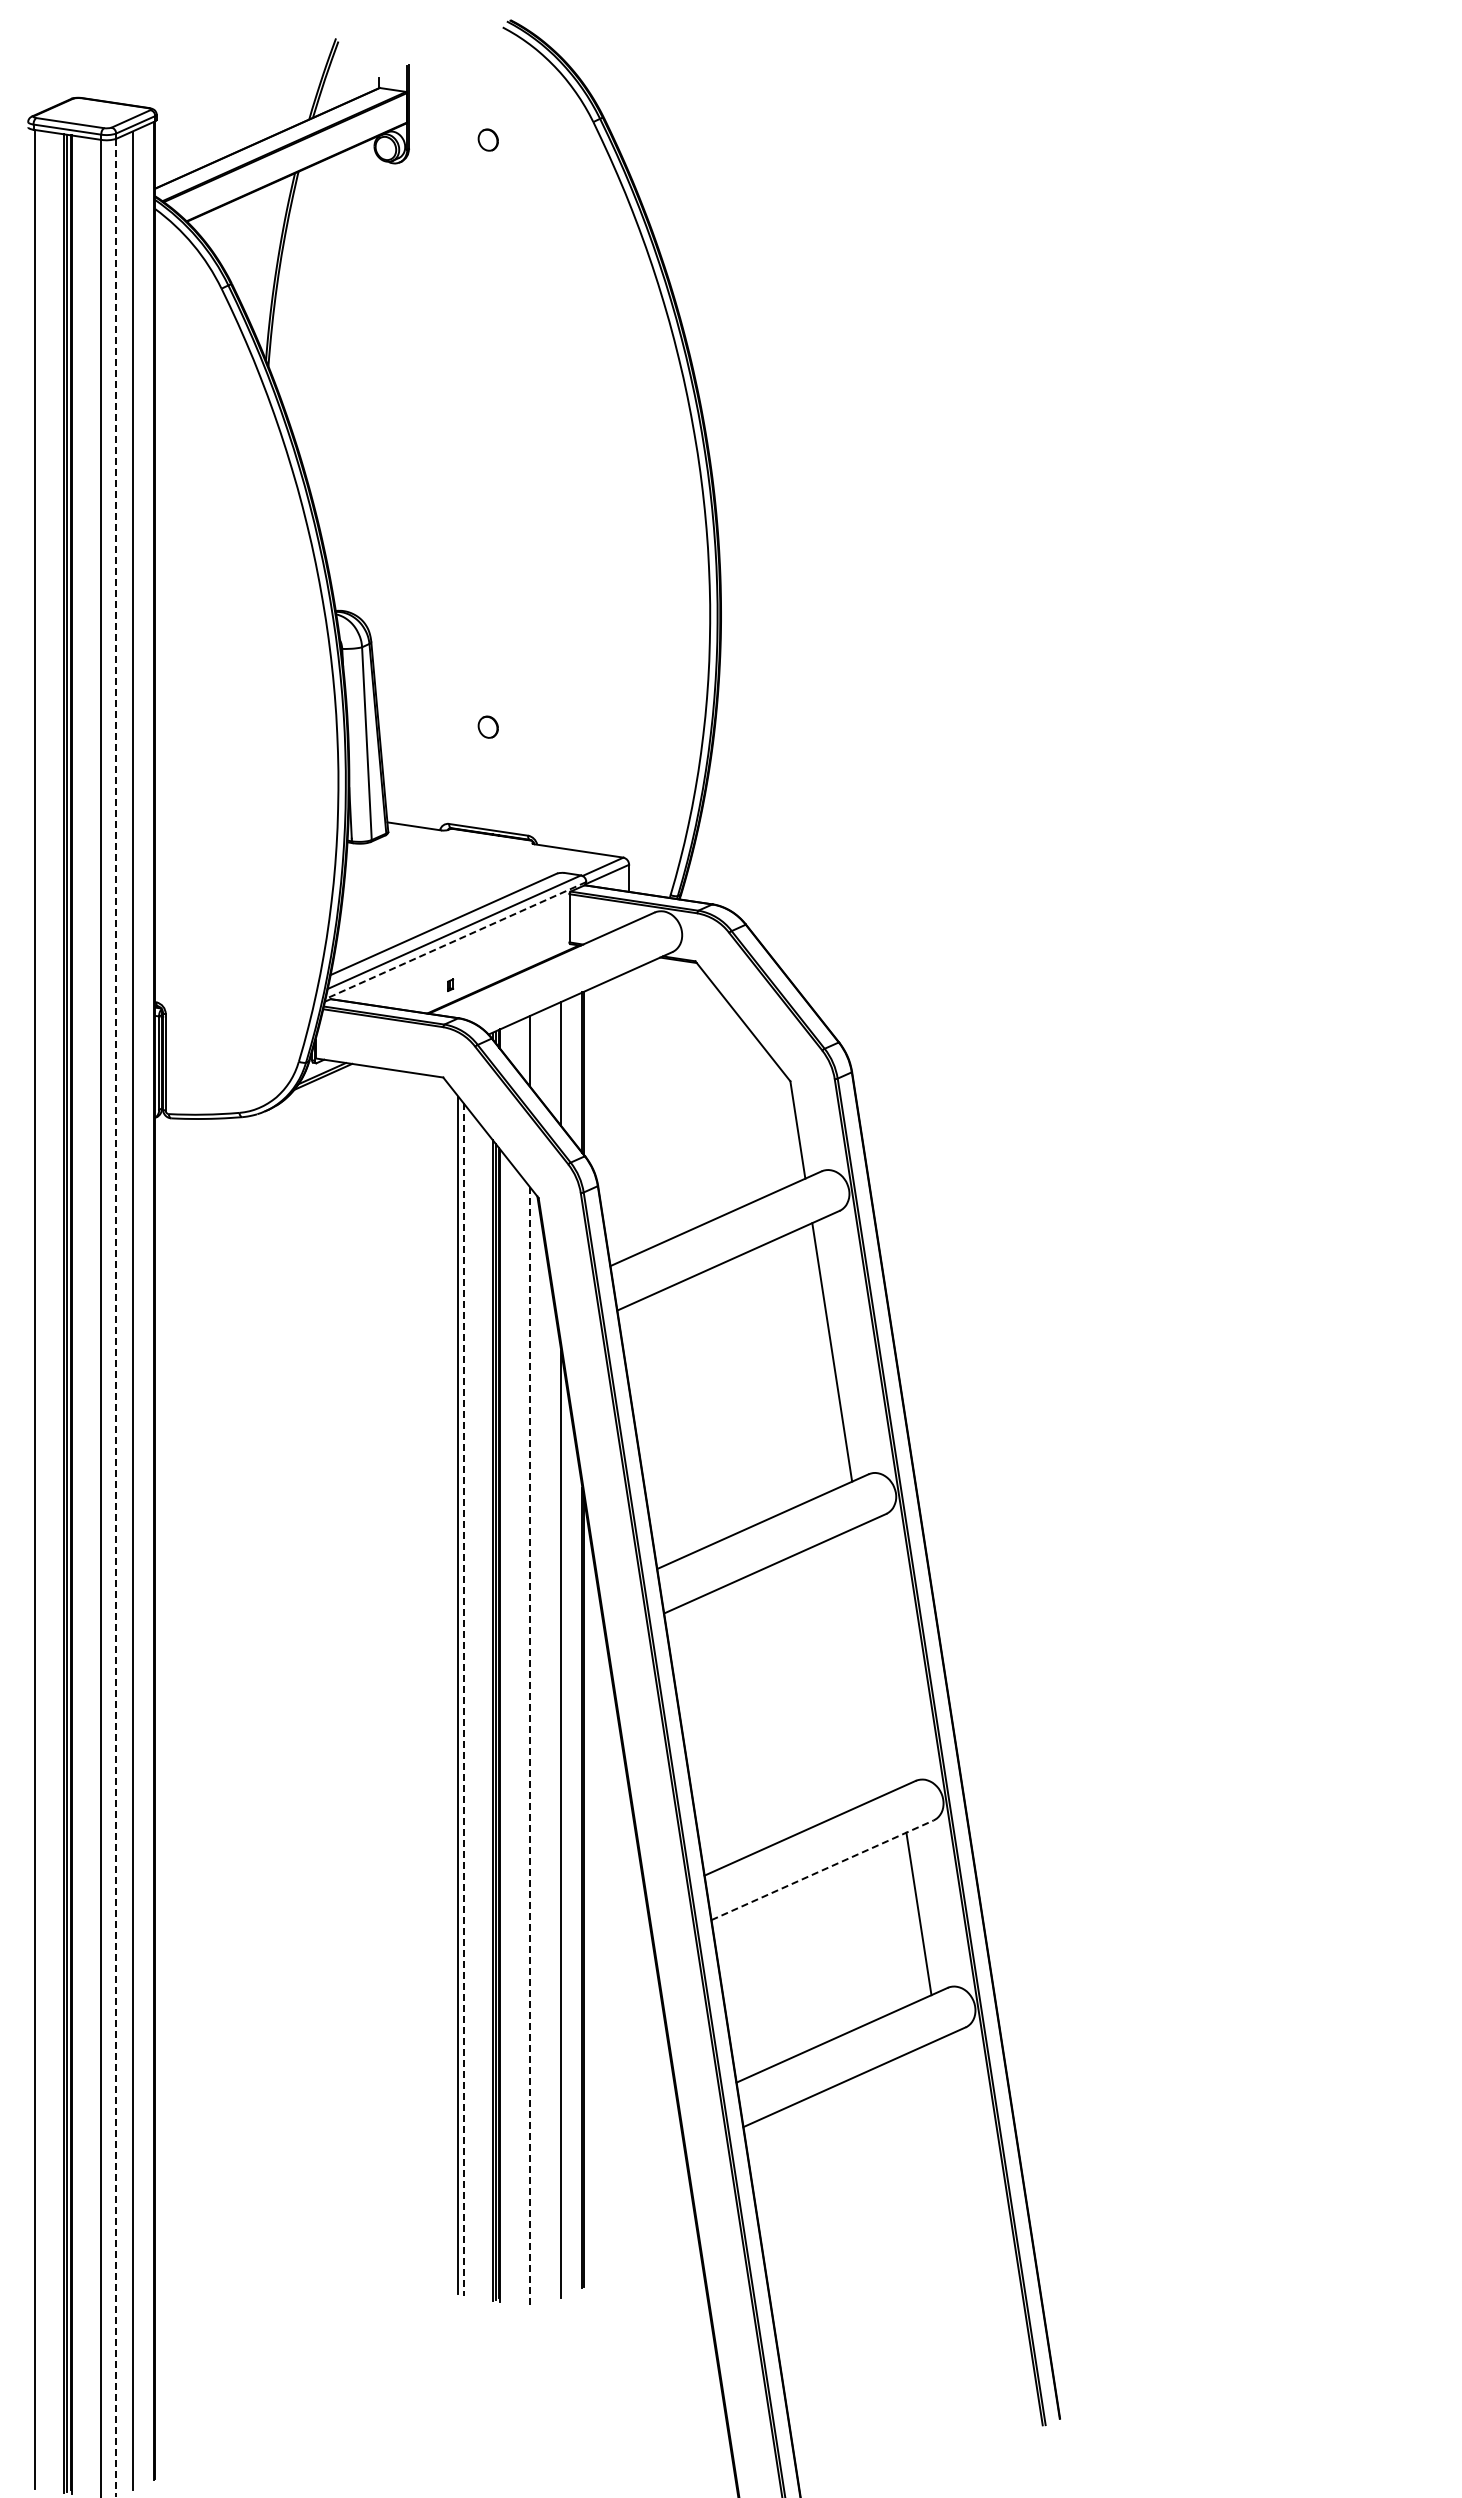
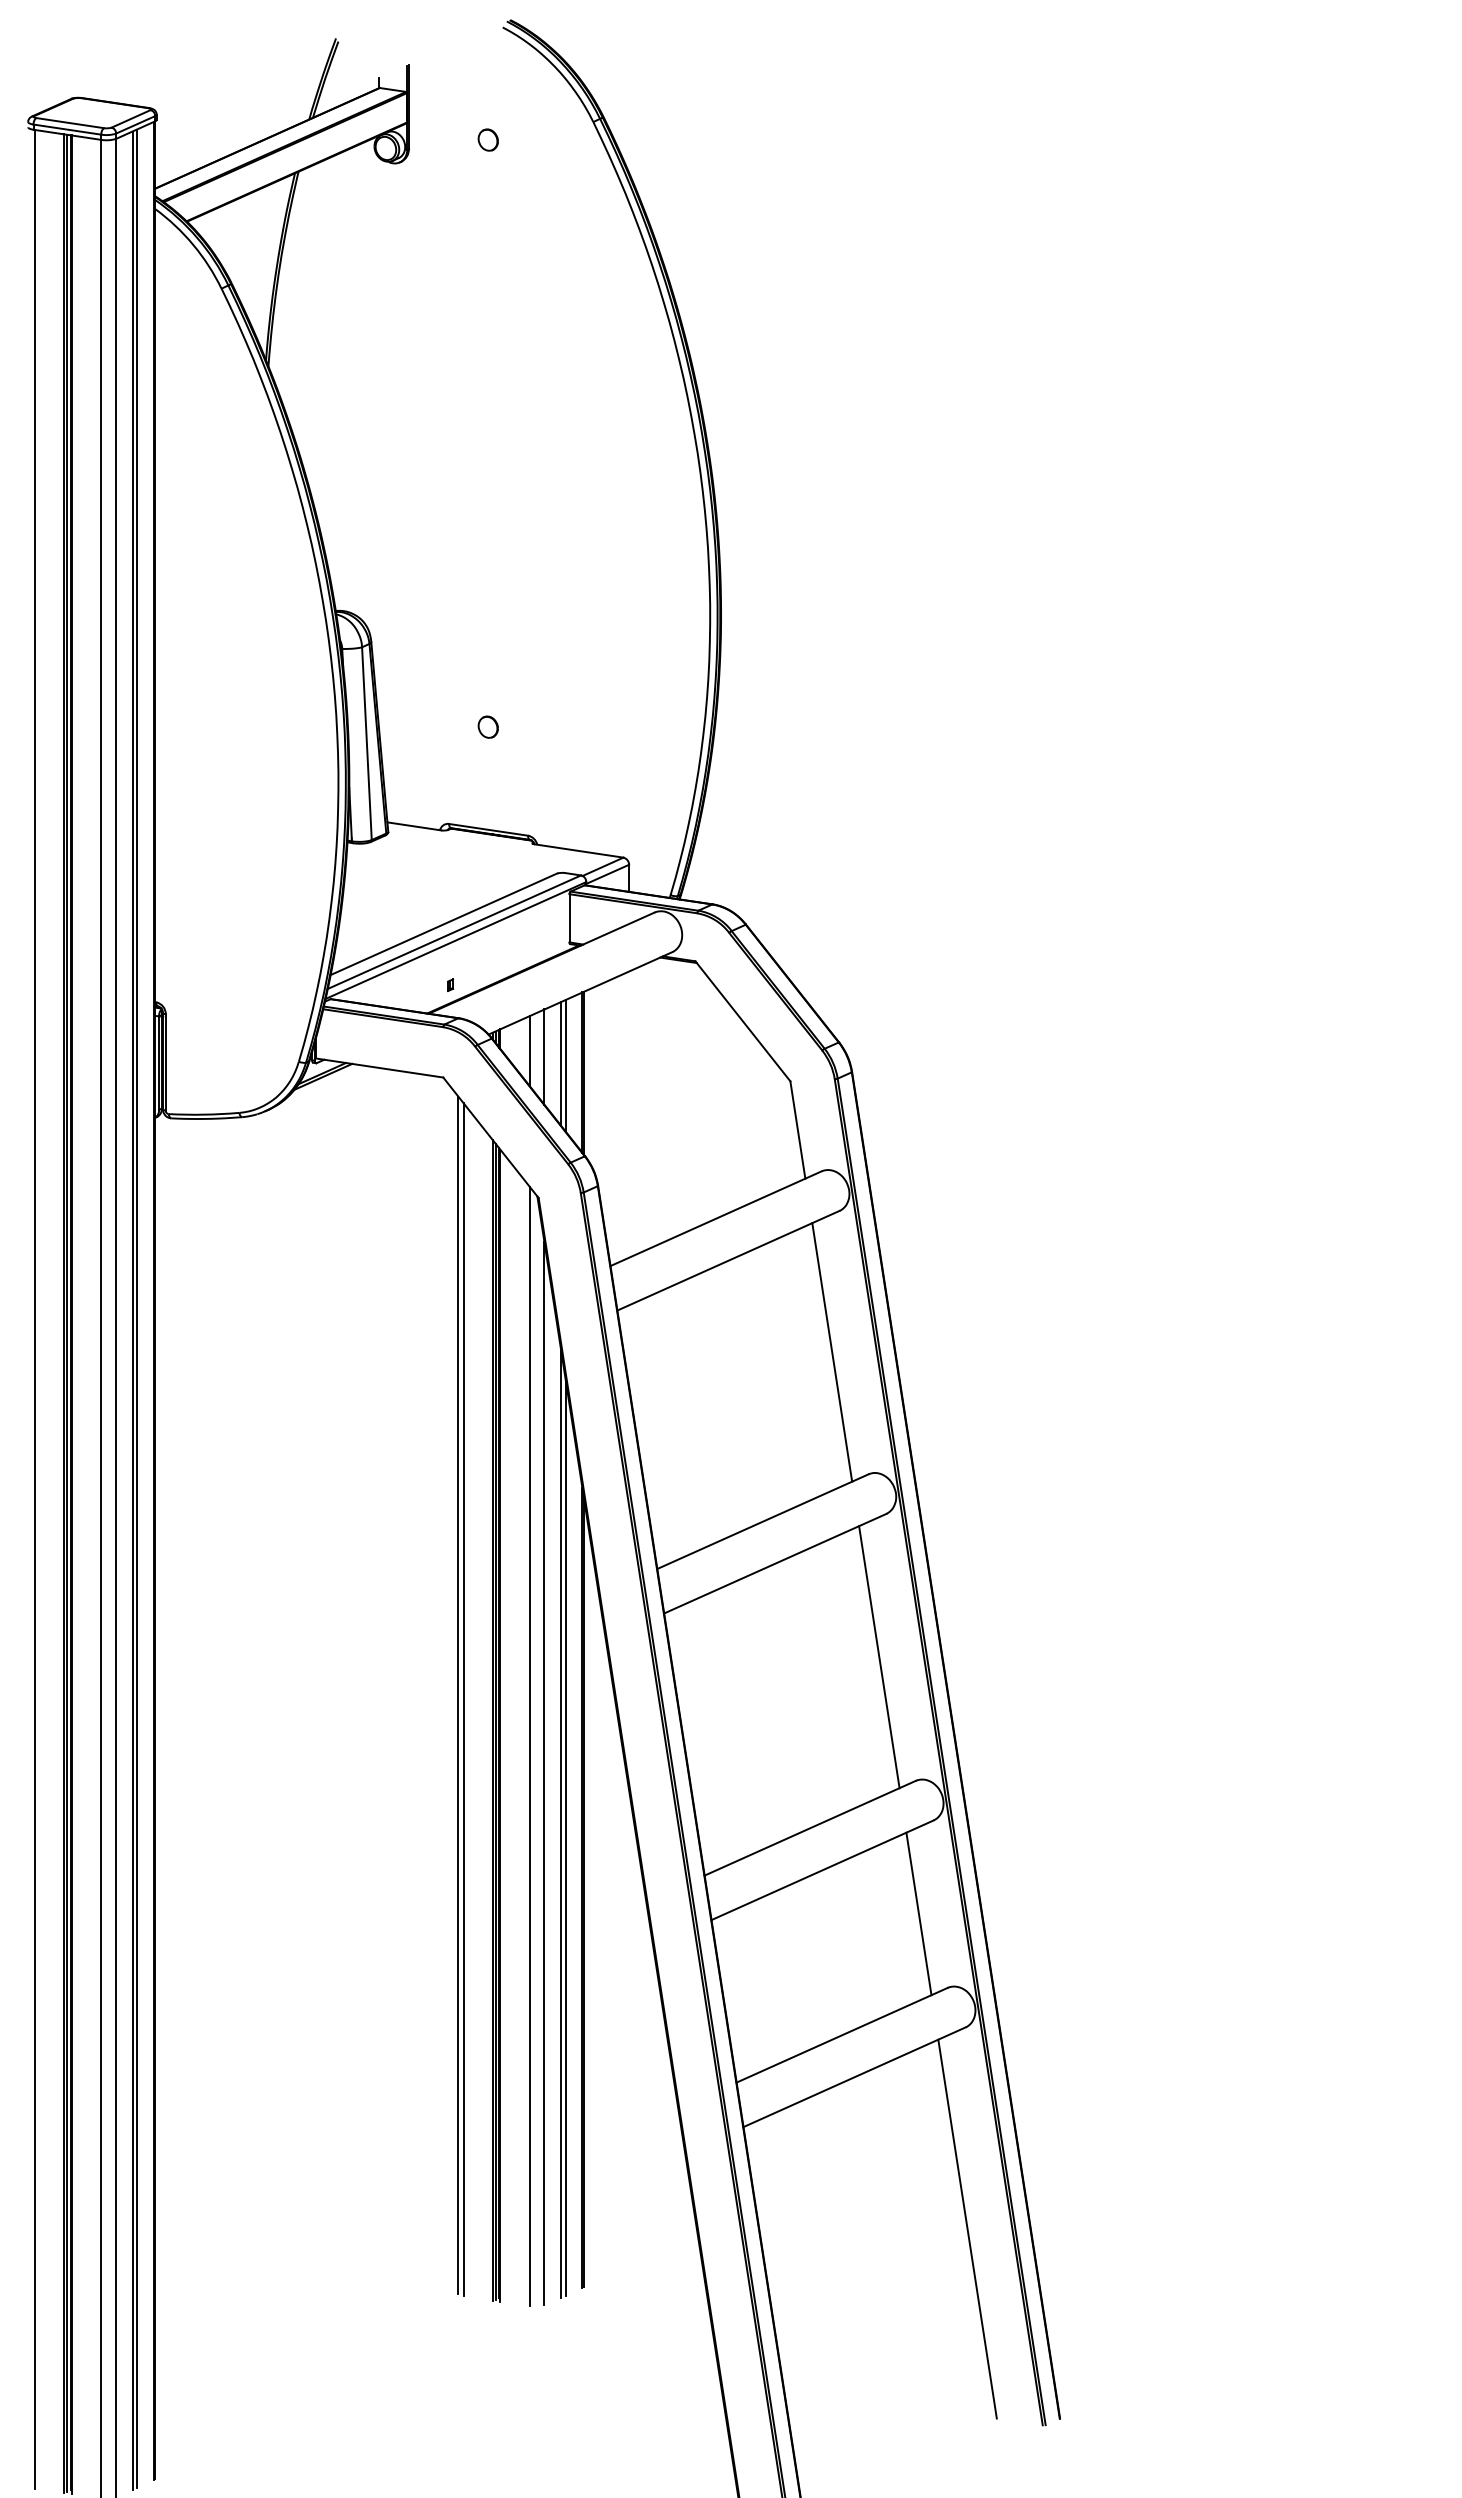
line at (455, 940): dashed -> solid
line at (544, 1056): none -> present
line at (565, 1065): none -> present
line at (136, 1308): none -> present
line at (115, 1318): dashed -> solid
line at (879, 1657): none -> present
line at (463, 1700): dashed -> solid
line at (529, 1746): dashed -> solid
line at (544, 1773): none -> present
line at (565, 1837): none -> present
line at (822, 1870): dashed -> solid
line at (967, 2228): none -> present
